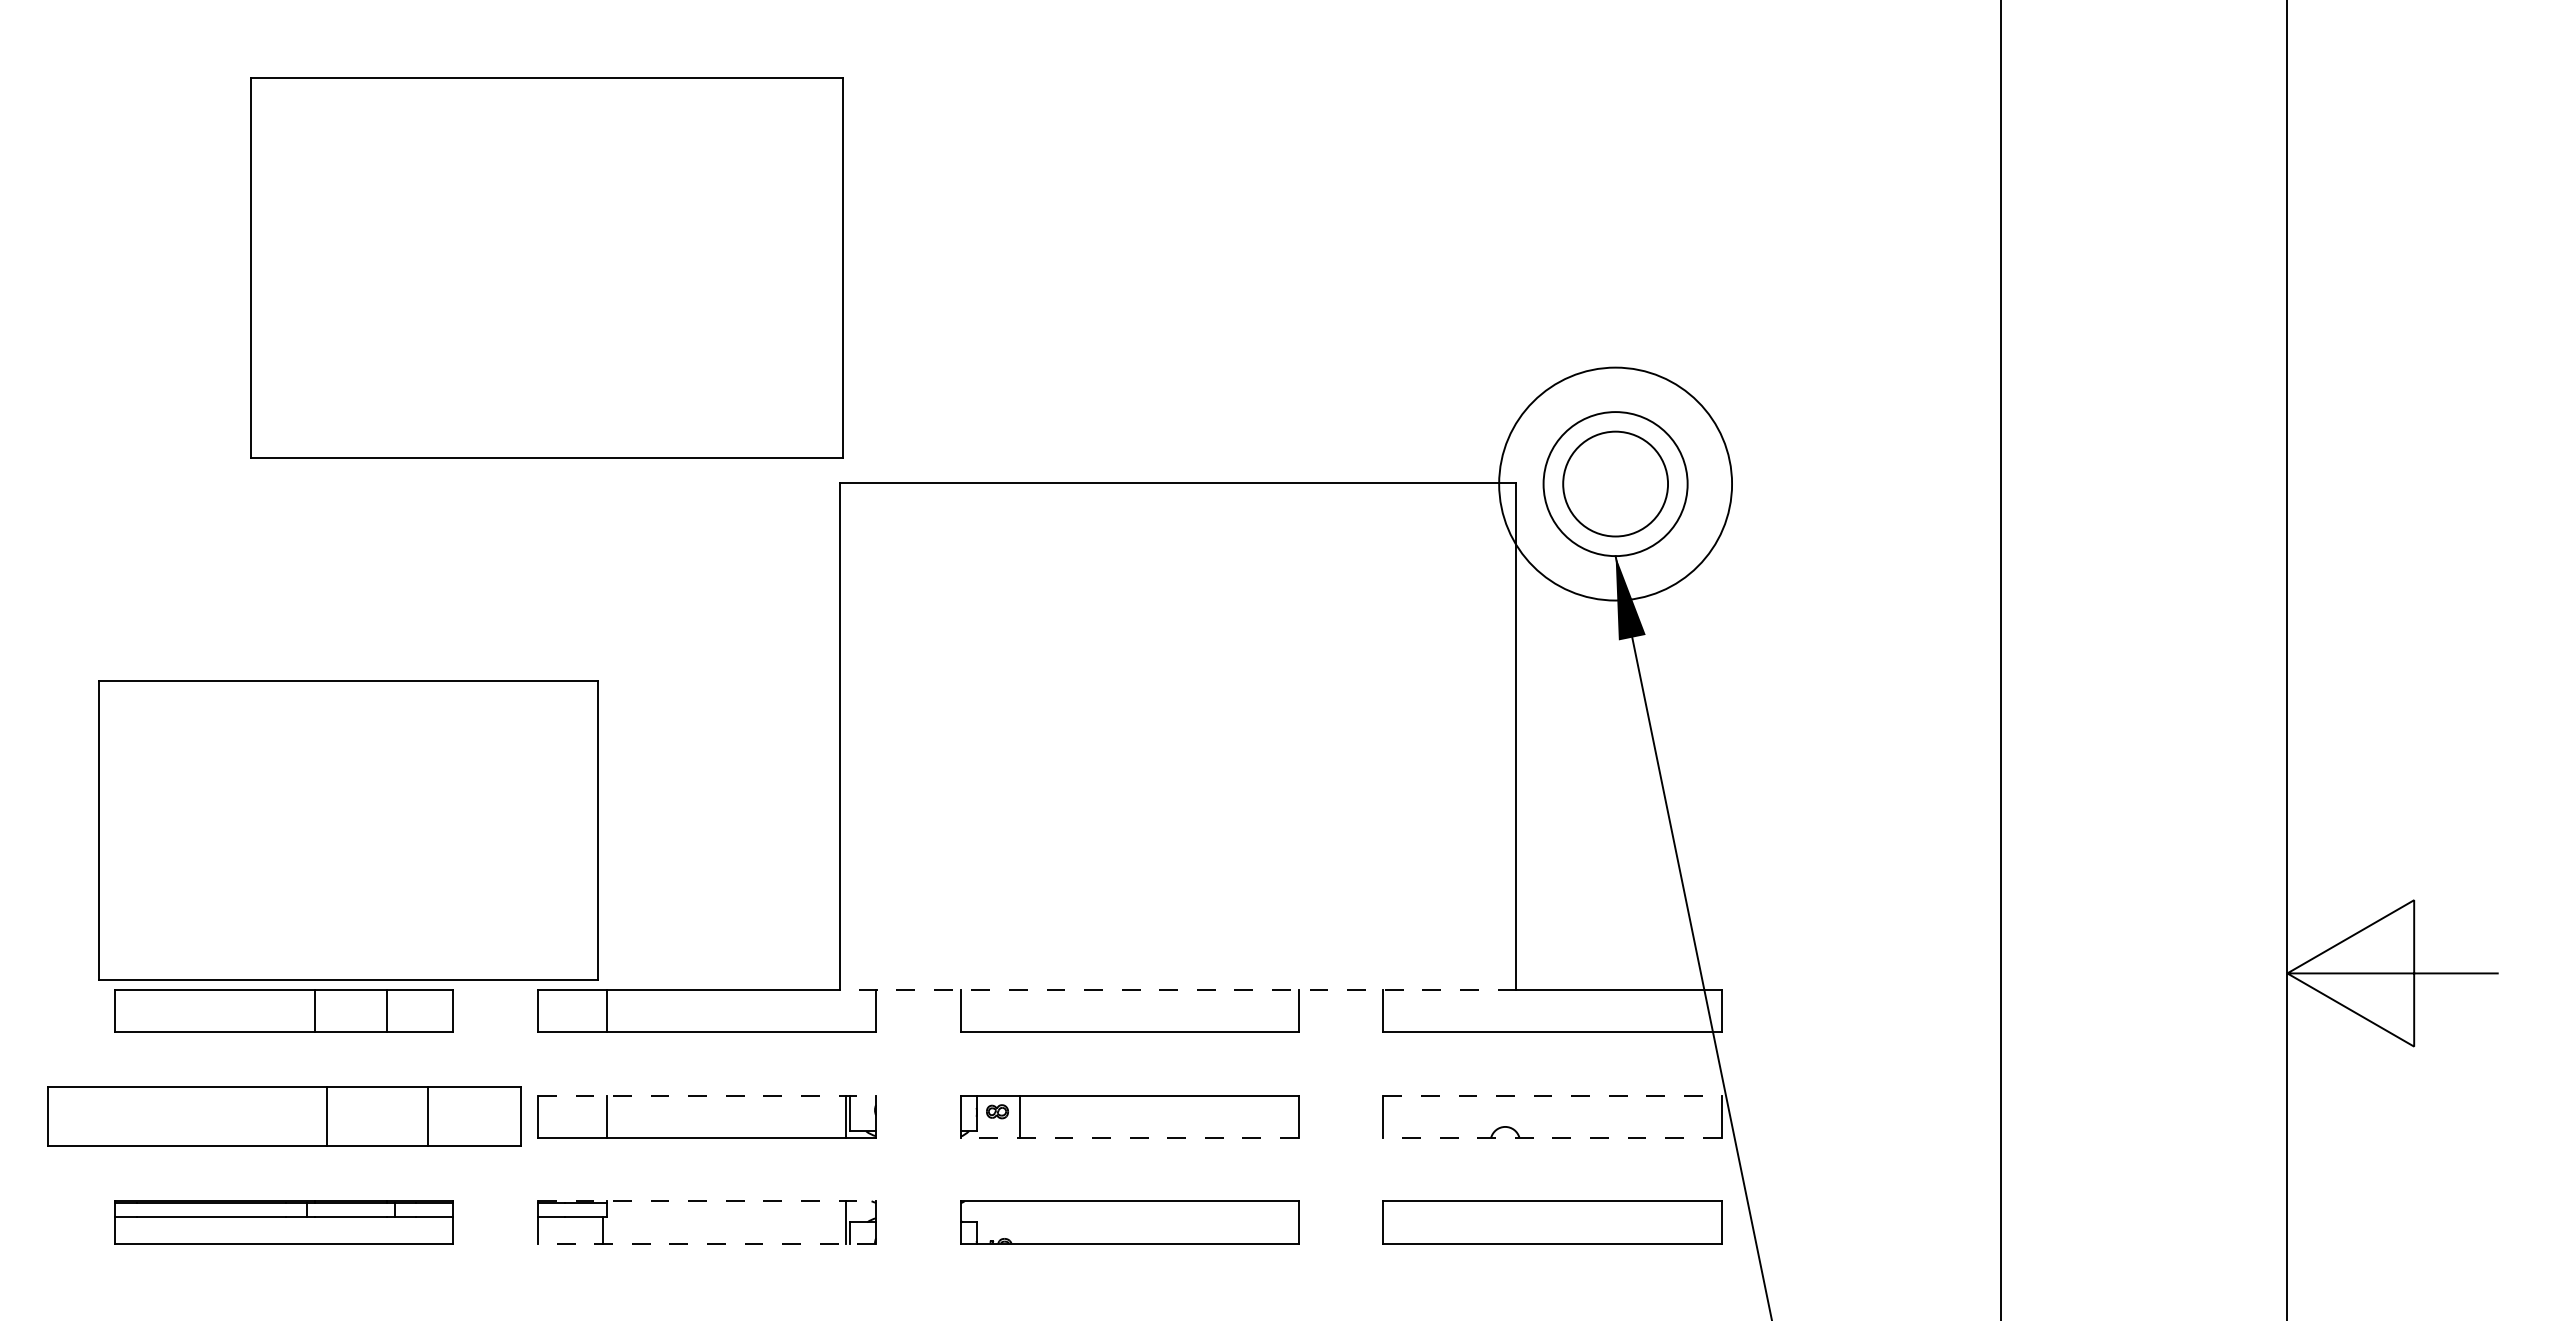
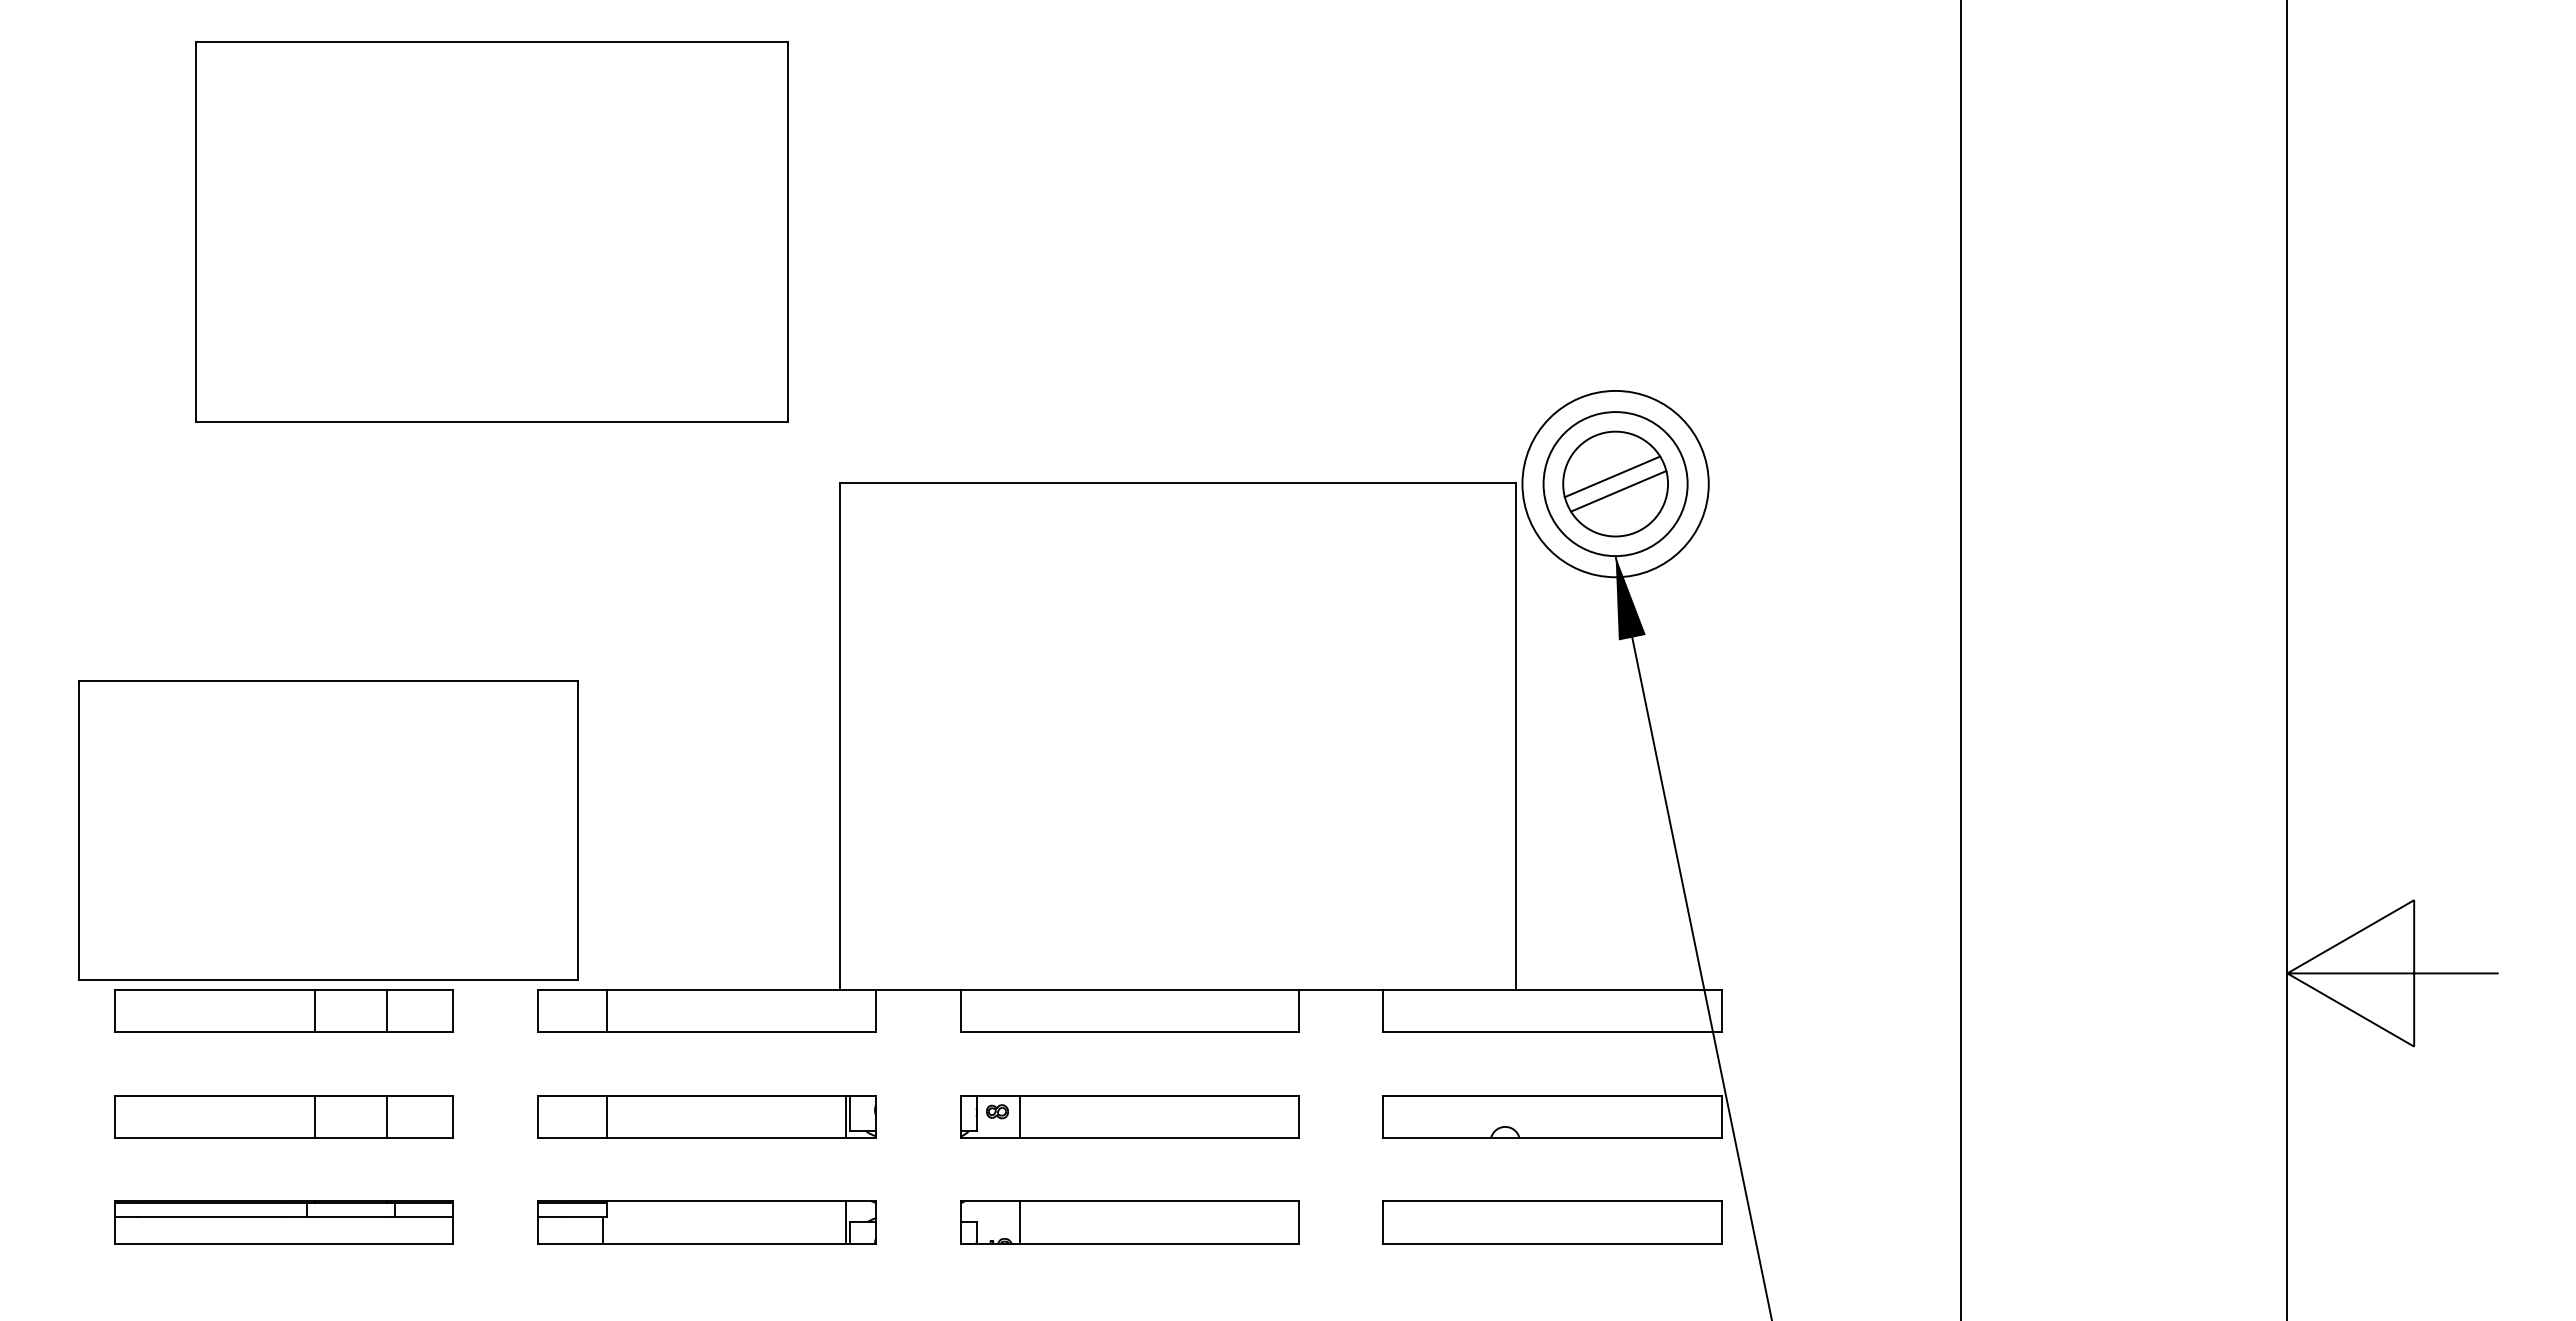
part at (546, 267) position: (546, 267) -> (491, 231)
line at (1612, 476): none -> present
circle at (1615, 483) diameter: 233 px -> 186 px
line at (1618, 491): none -> present
line at (2001, 659) position: (2001, 659) -> (1961, 659)
part at (348, 830) position: (348, 830) -> (328, 830)
line at (1178, 989): dashed -> solid
line at (707, 1095): dashed -> solid
line at (1552, 1095): dashed -> solid
part at (284, 1116) size: 475x61 px -> 340x44 px
line at (1129, 1137): dashed -> solid
line at (1551, 1137): dashed -> solid
line at (707, 1201): dashed -> solid
line at (1019, 1222): none -> present
line at (706, 1243): dashed -> solid
